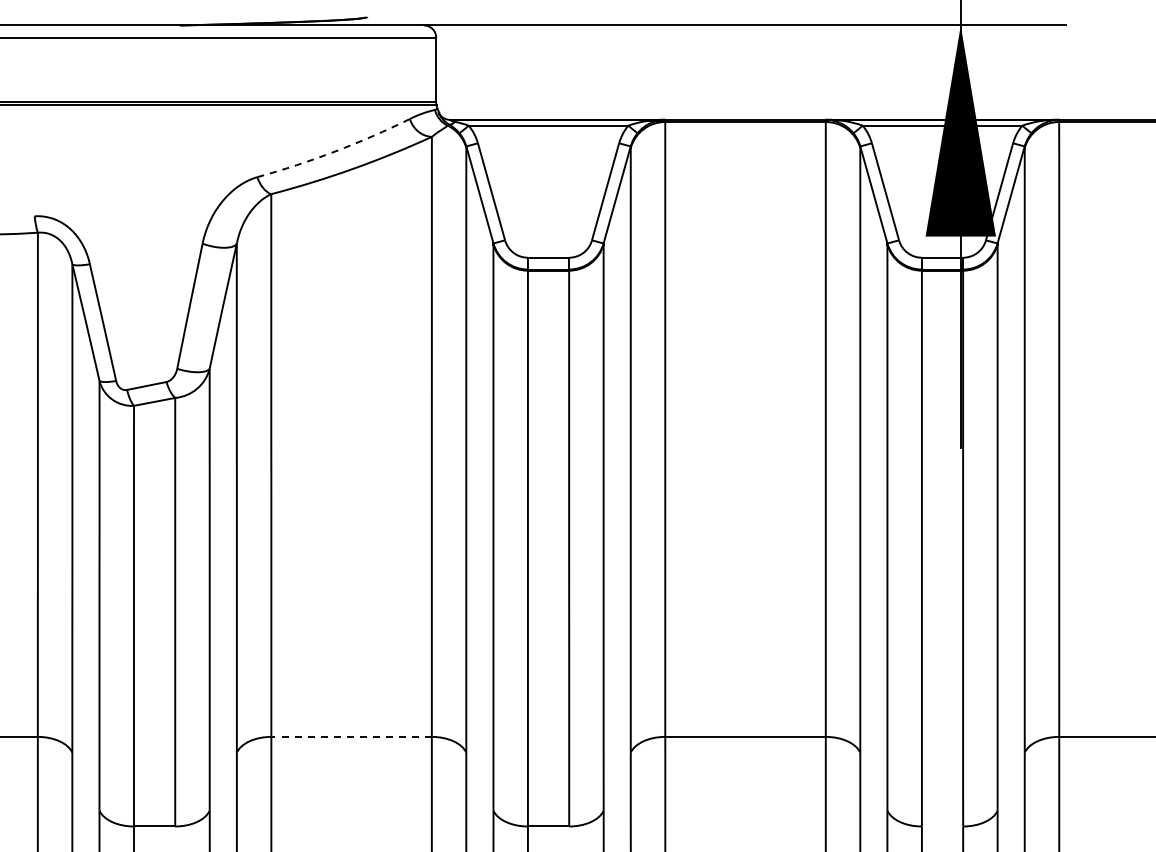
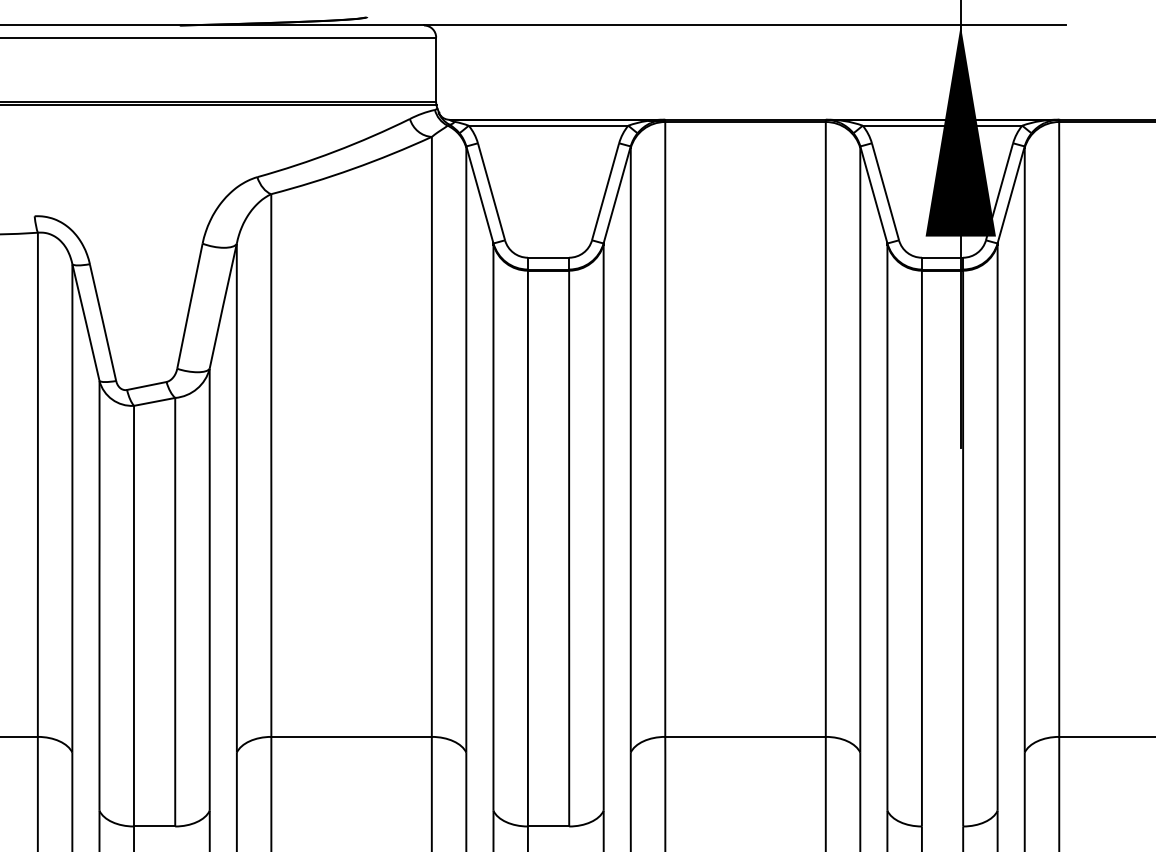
arc at (335, 151): dashed -> solid
line at (351, 736): dashed -> solid
